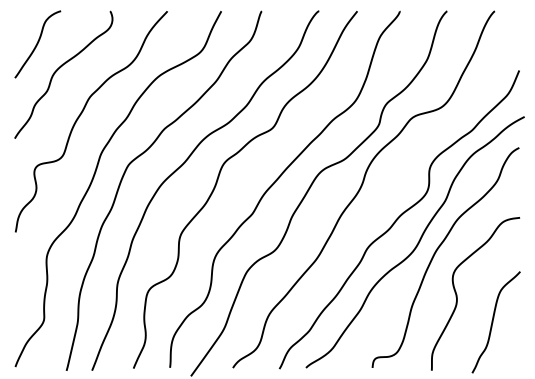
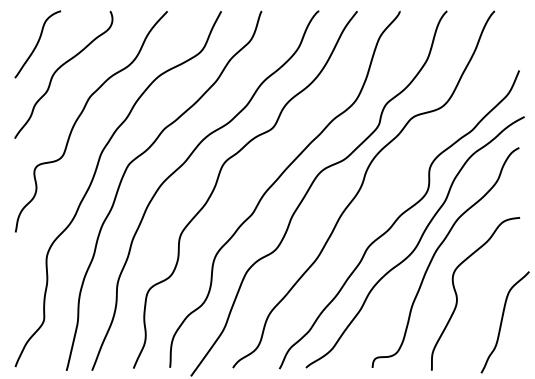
curve at (493, 322) position: (493, 322) -> (502, 322)
